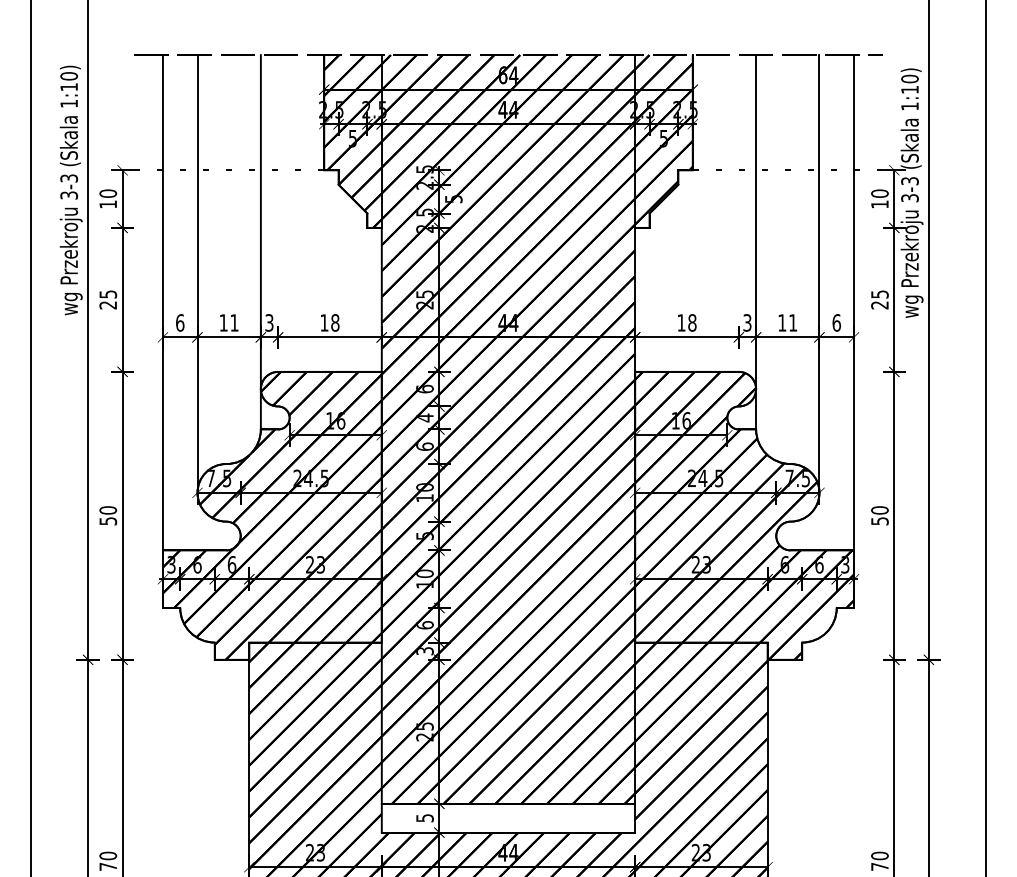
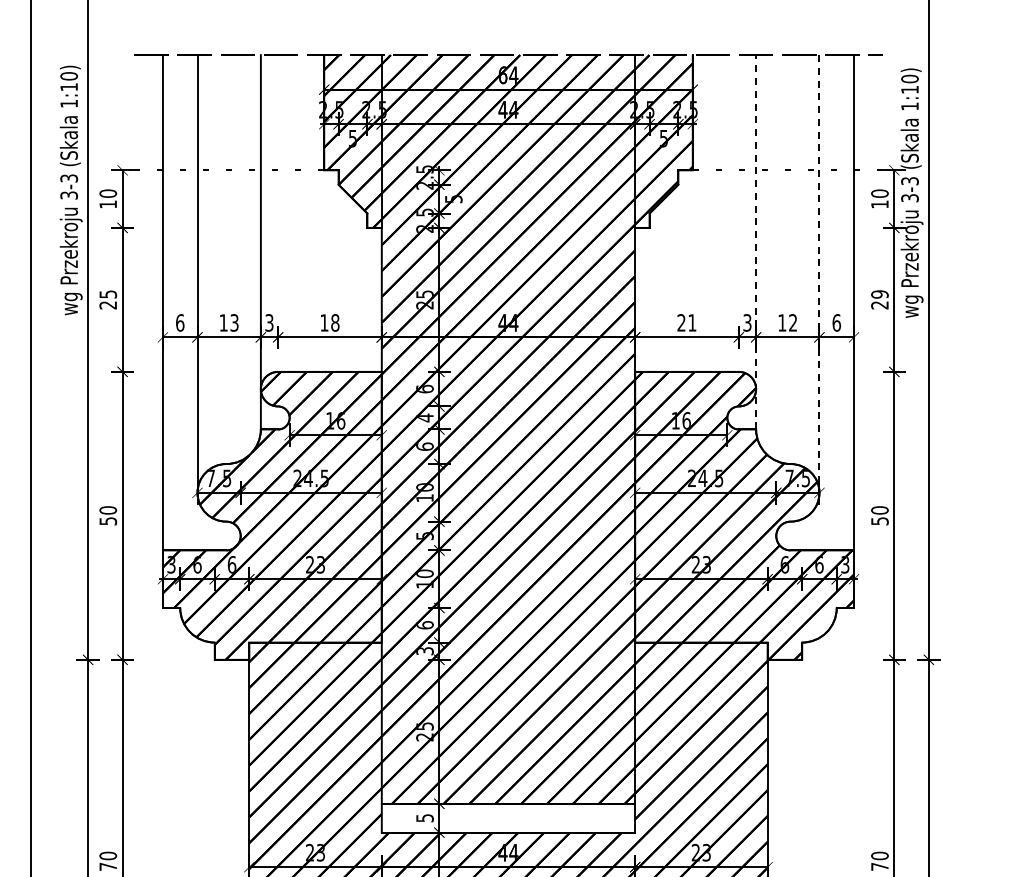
line at (756, 241): solid -> dashed
line at (819, 273): solid -> dashed
text at (879, 294): 25 -> 29
text at (234, 322): 11 -> 13
text at (686, 322): 18 -> 21
text at (793, 322): 11 -> 12
line at (986, 437): present -> none
